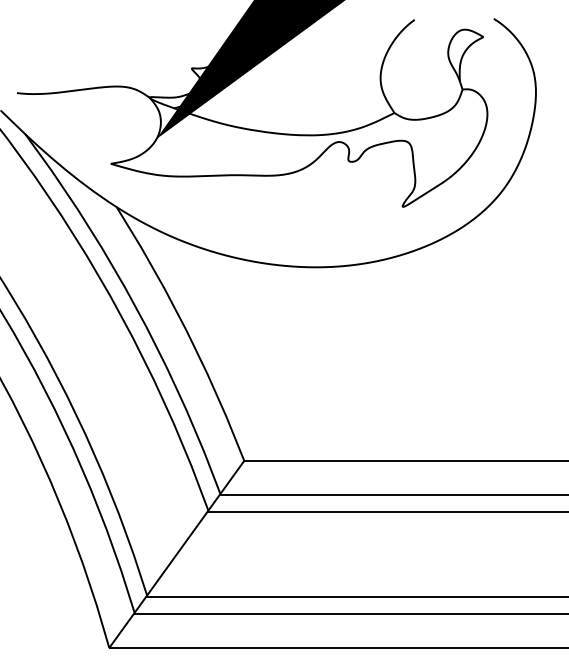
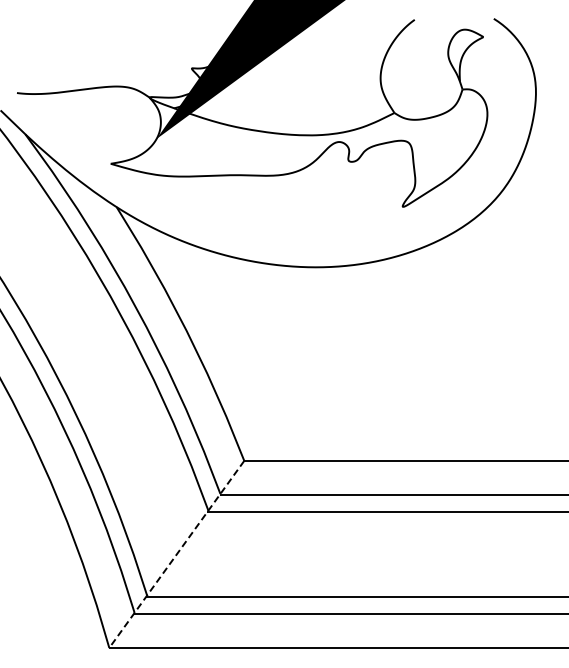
line at (176, 554): solid -> dashed
